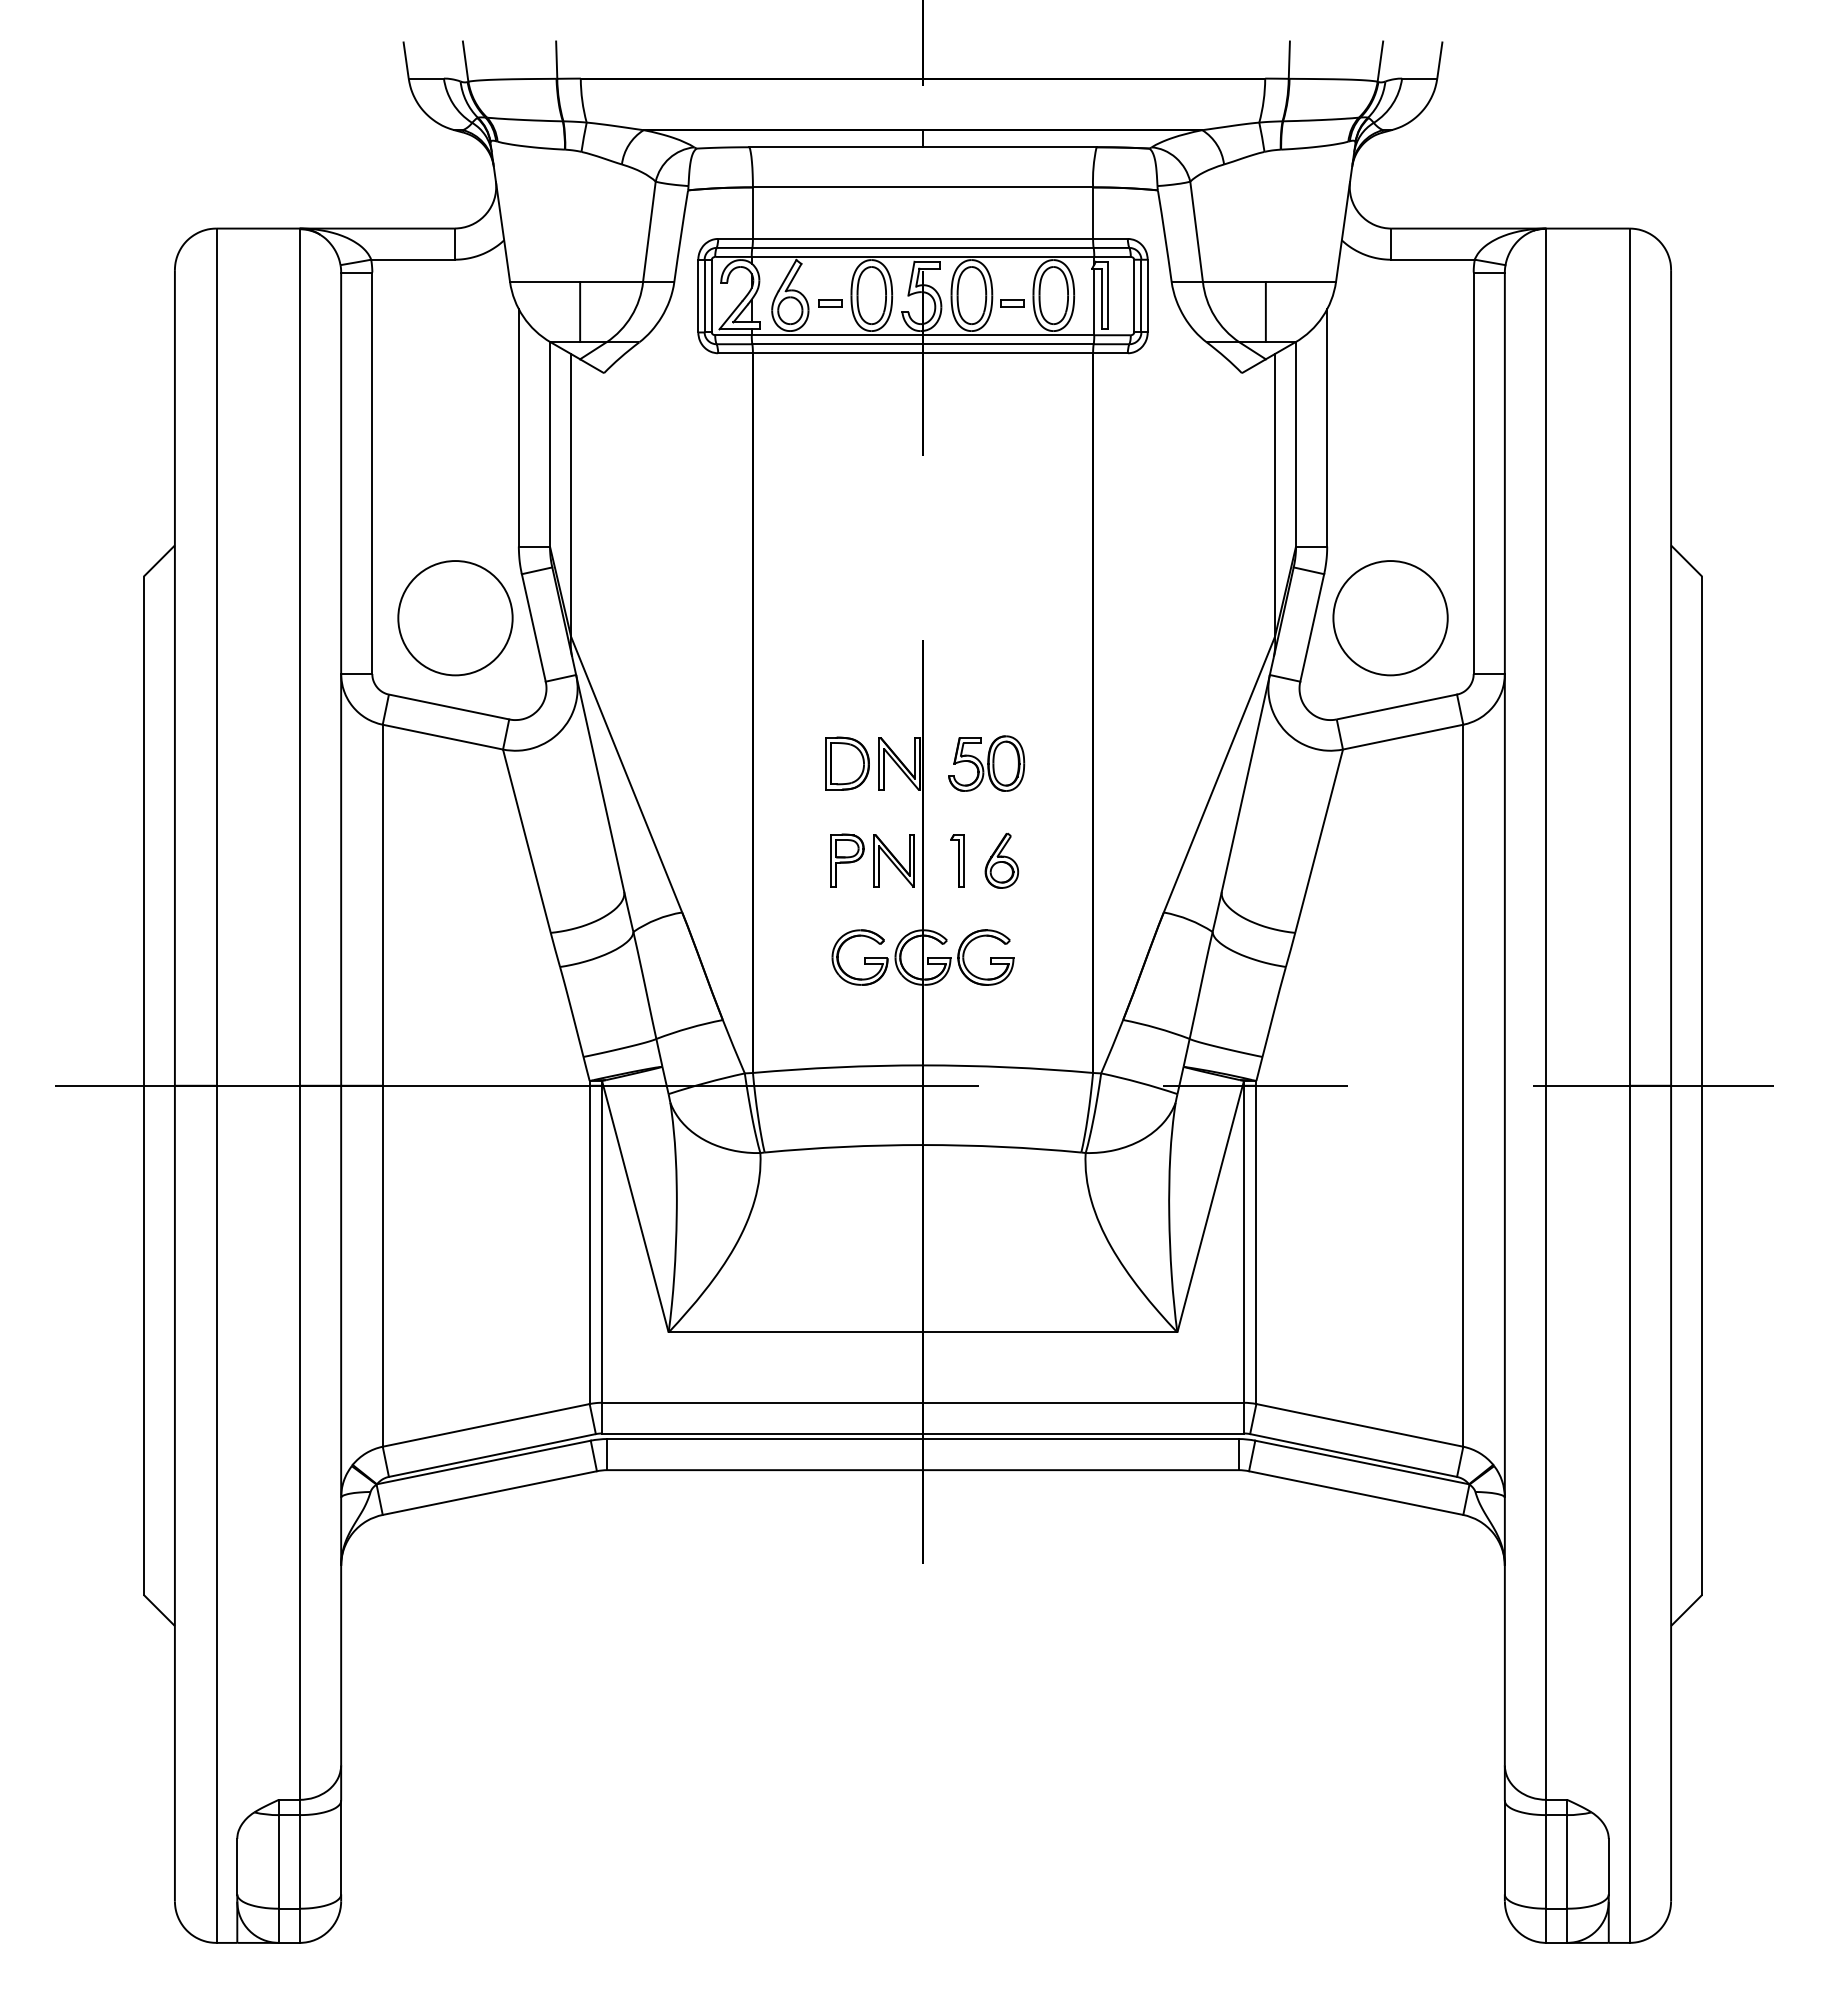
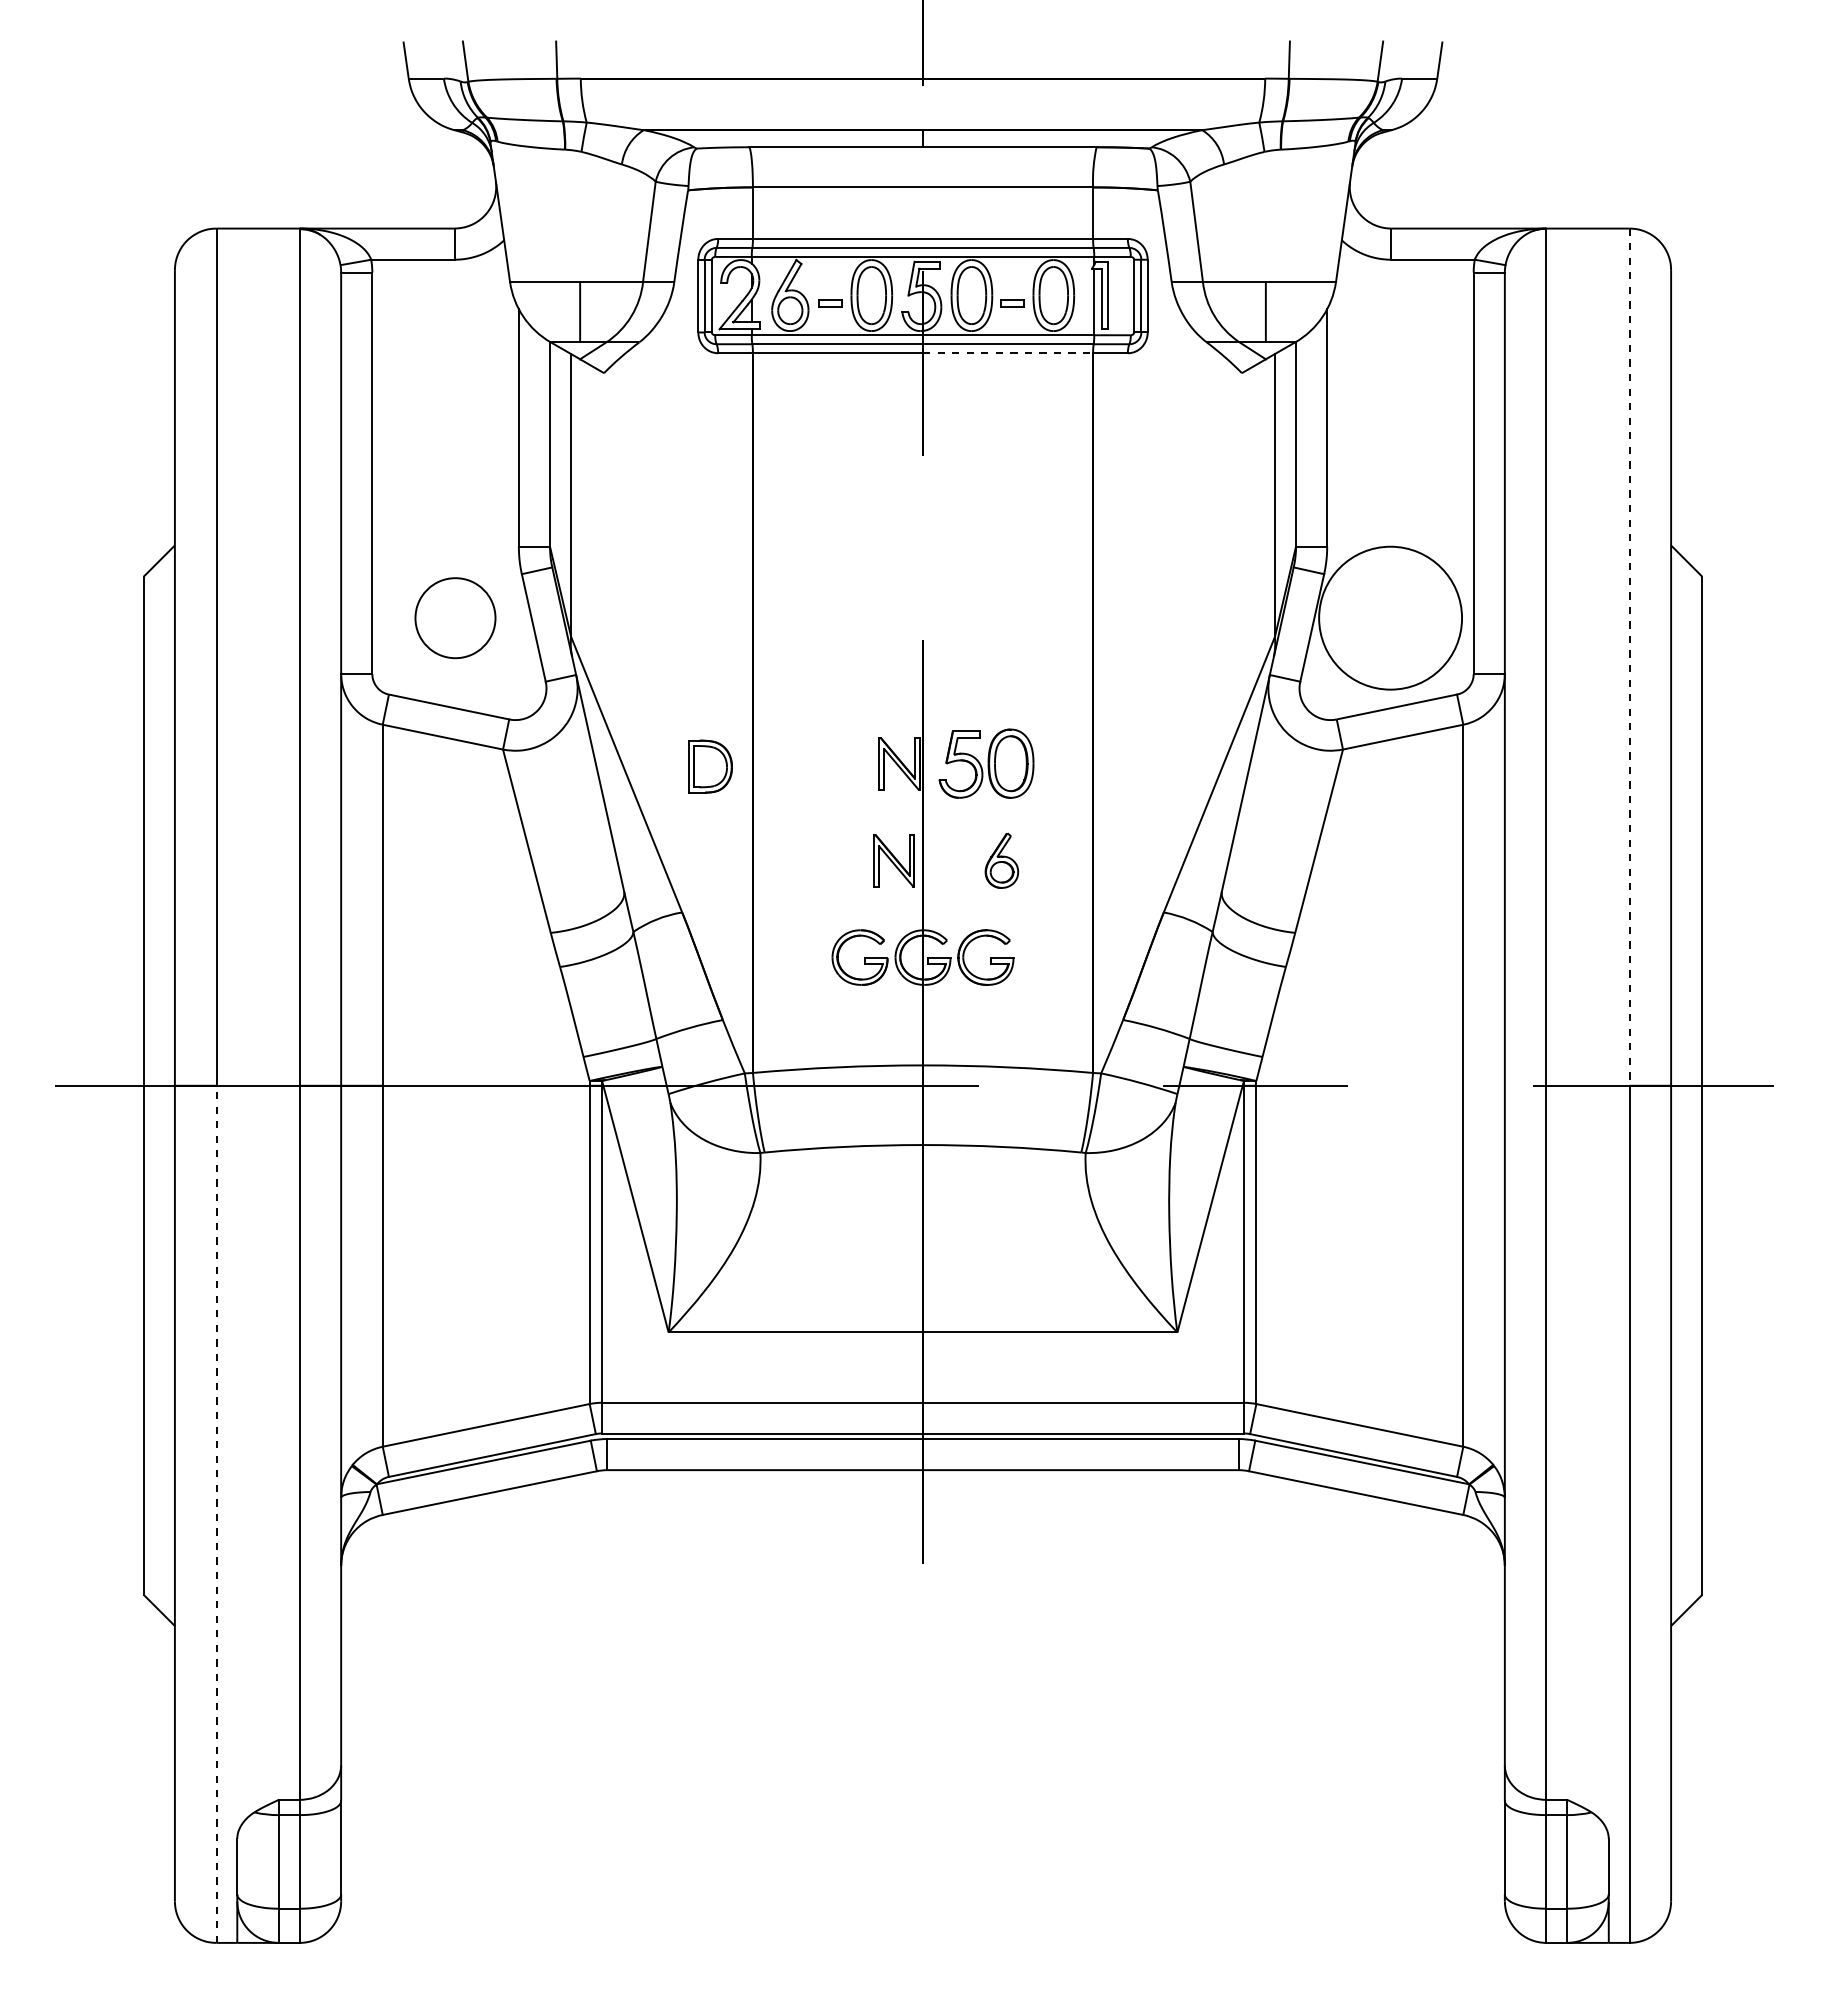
line at (1008, 353): solid -> dashed
circle at (455, 618) diameter: 114 px -> 80 px
circle at (1390, 618) diameter: 114 px -> 143 px
line at (1629, 657): solid -> dashed
part at (847, 763) position: (847, 763) -> (710, 766)
part at (986, 763) size: 78x57 px -> 97x71 px
part at (847, 860): present -> none
part at (957, 860): present -> none
line at (216, 1514): solid -> dashed
